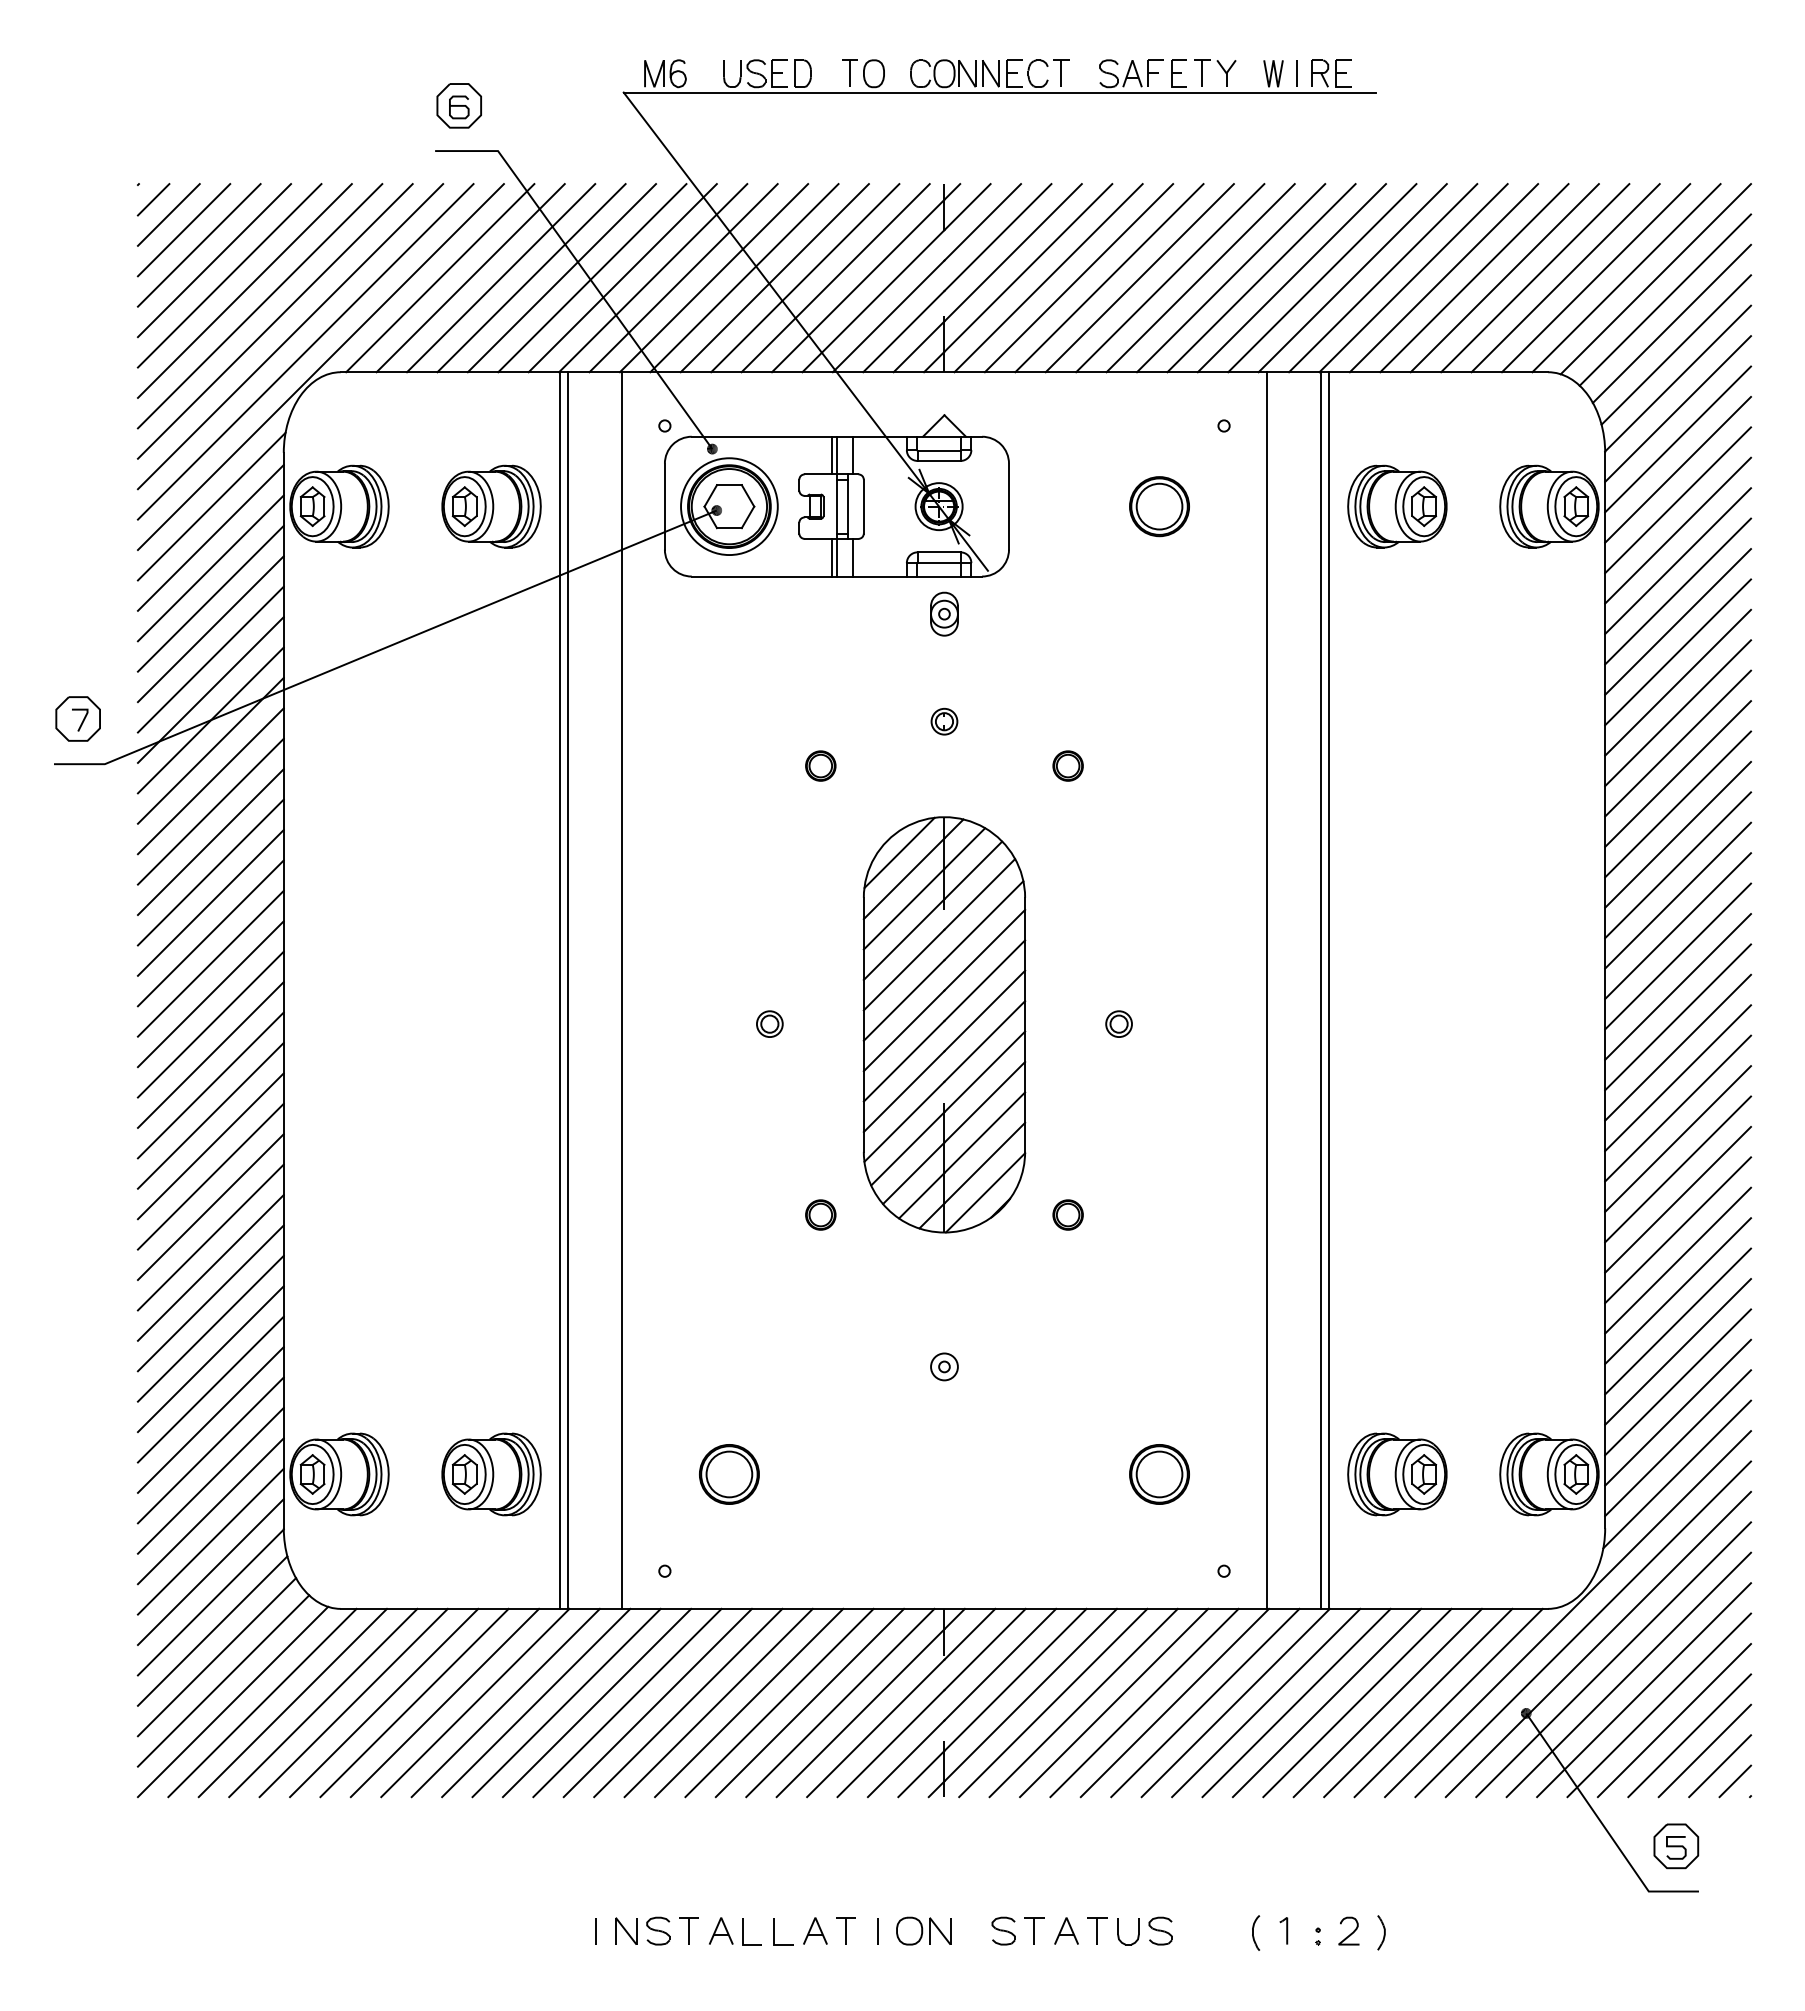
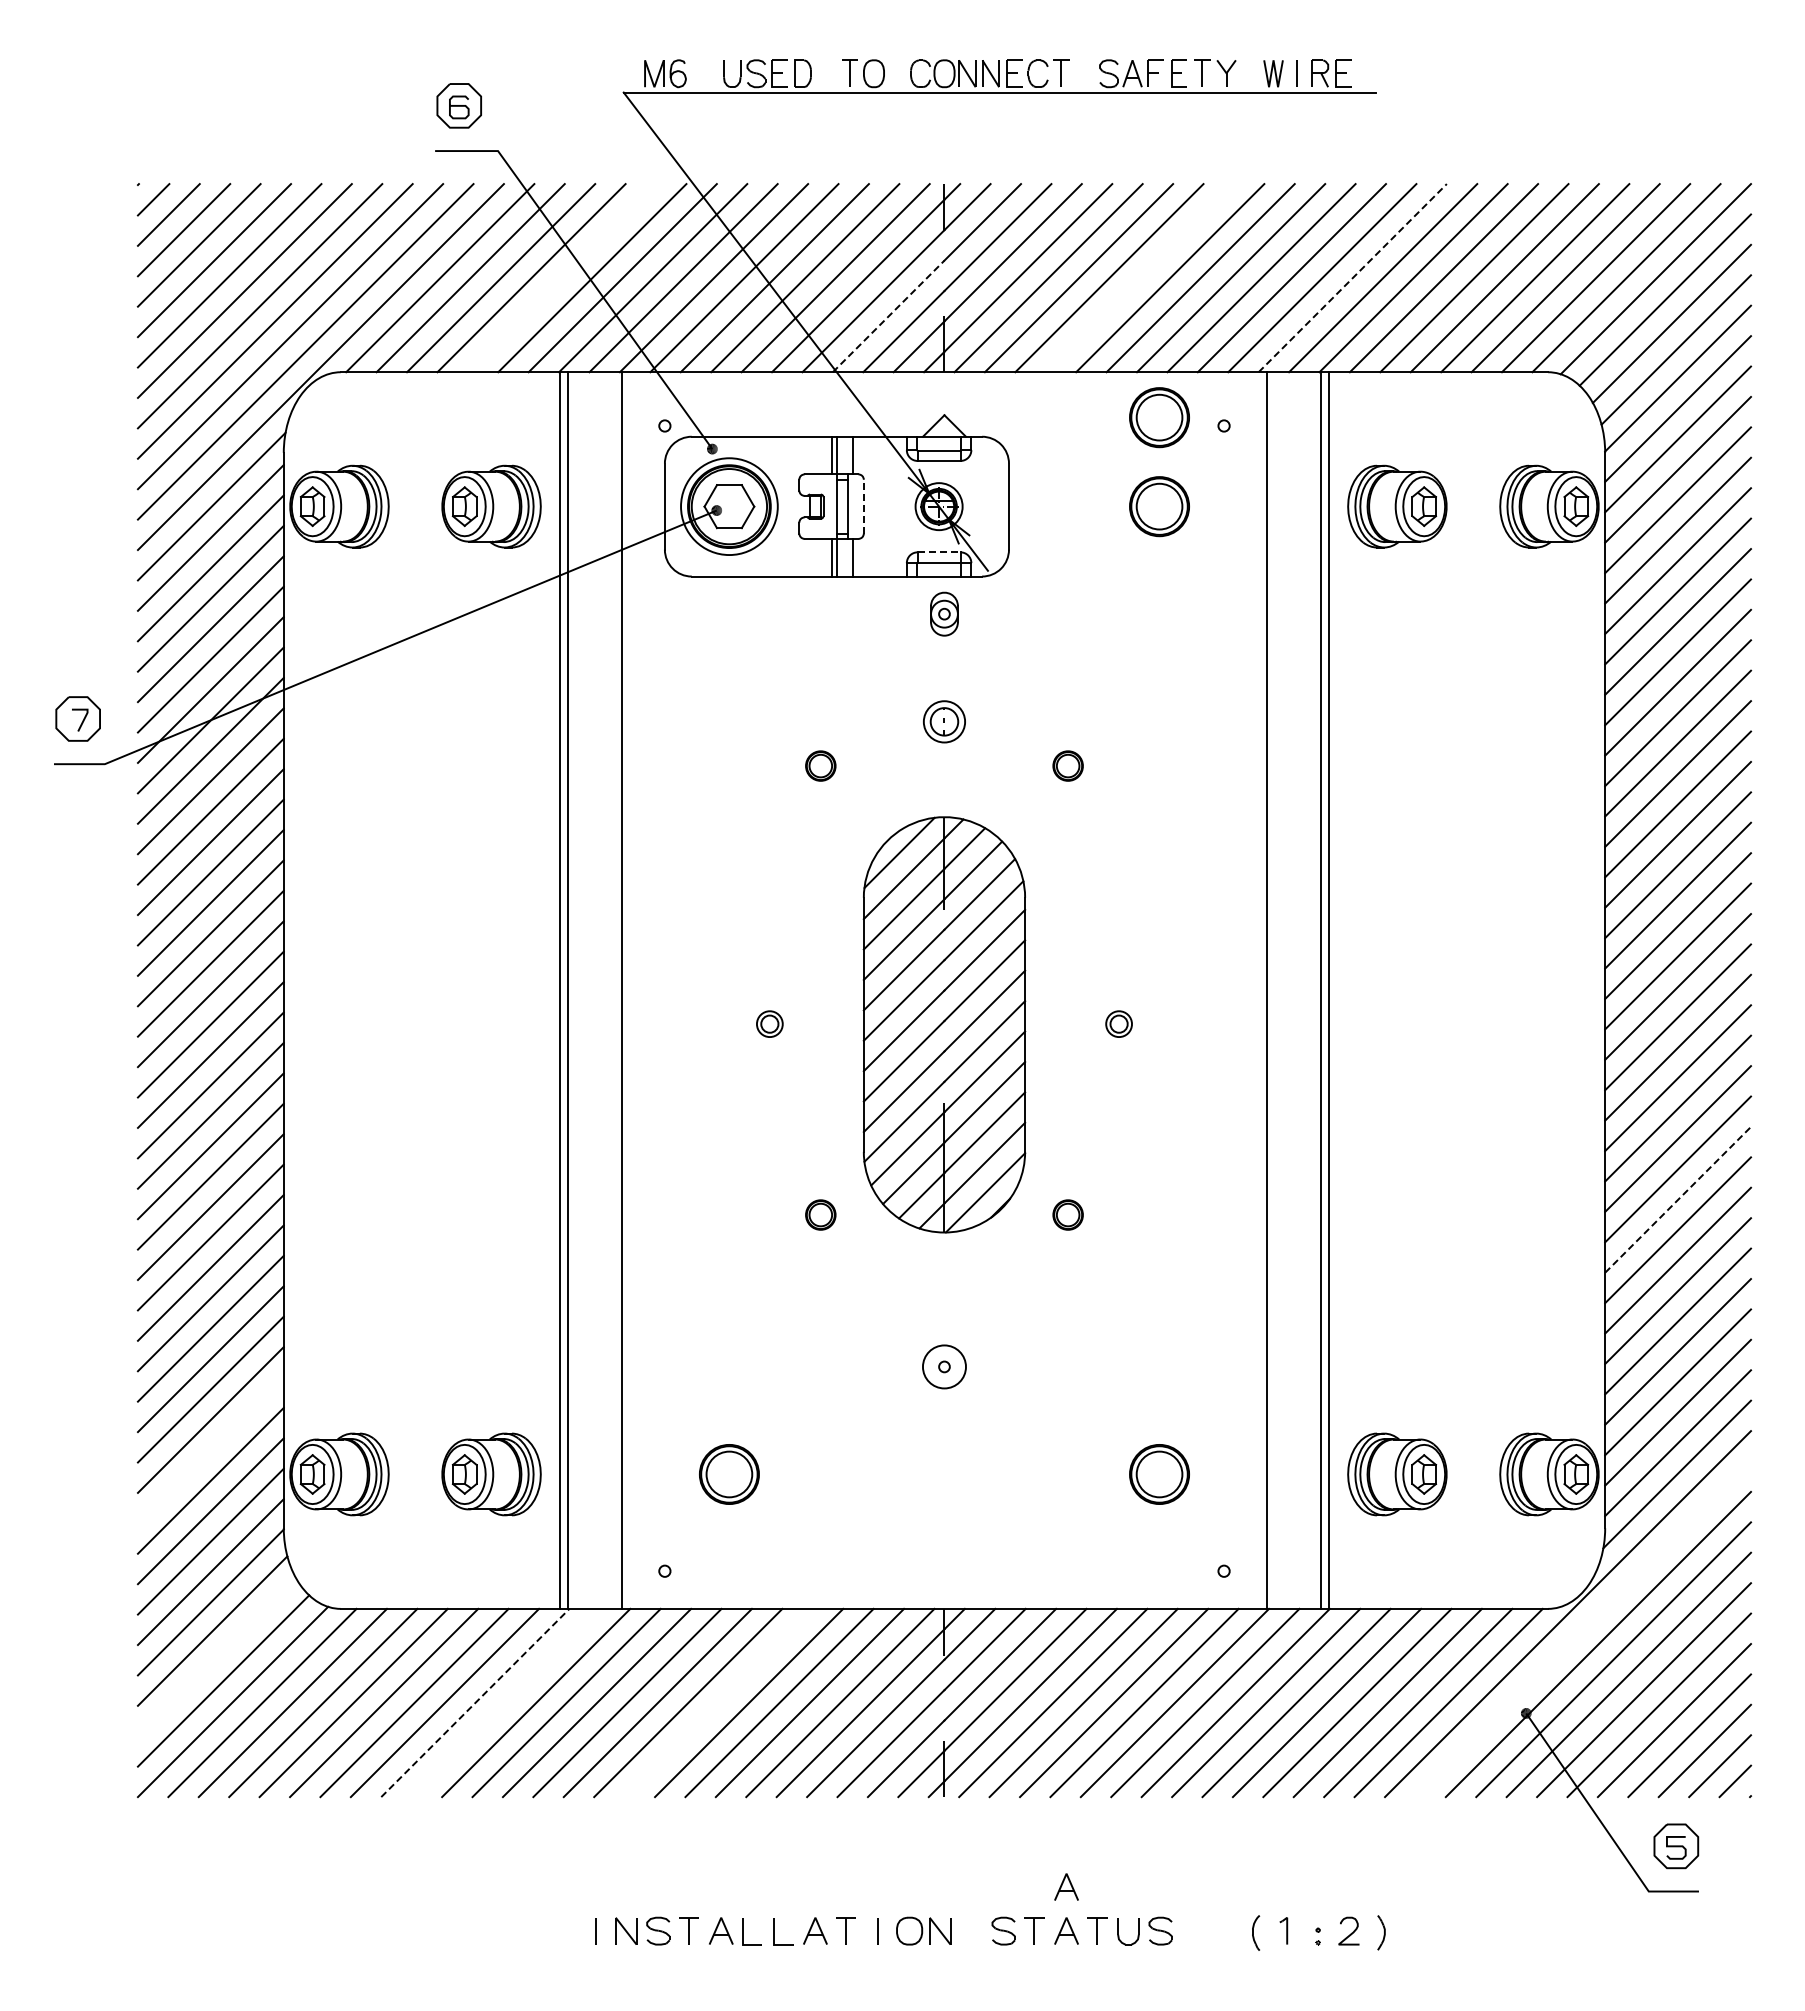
line at (1353, 277): solid -> dashed
line at (561, 278): present -> none
line at (1139, 278): present -> none
line at (888, 316): solid -> dashed
part at (1159, 417): none -> present
line at (863, 506): solid -> dashed
line at (939, 552): solid -> dashed
part at (944, 721) size: 29x29 px -> 43x44 px
line at (1678, 1199): solid -> dashed
circle at (944, 1366) diameter: 27 px -> 43 px
line at (210, 1450): present -> none
line at (1583, 1629): present -> none
line at (216, 1657): present -> none
line at (475, 1702): solid -> dashed
line at (505, 1702): present -> none
line at (718, 1702): present -> none
part at (1066, 1886): none -> present
